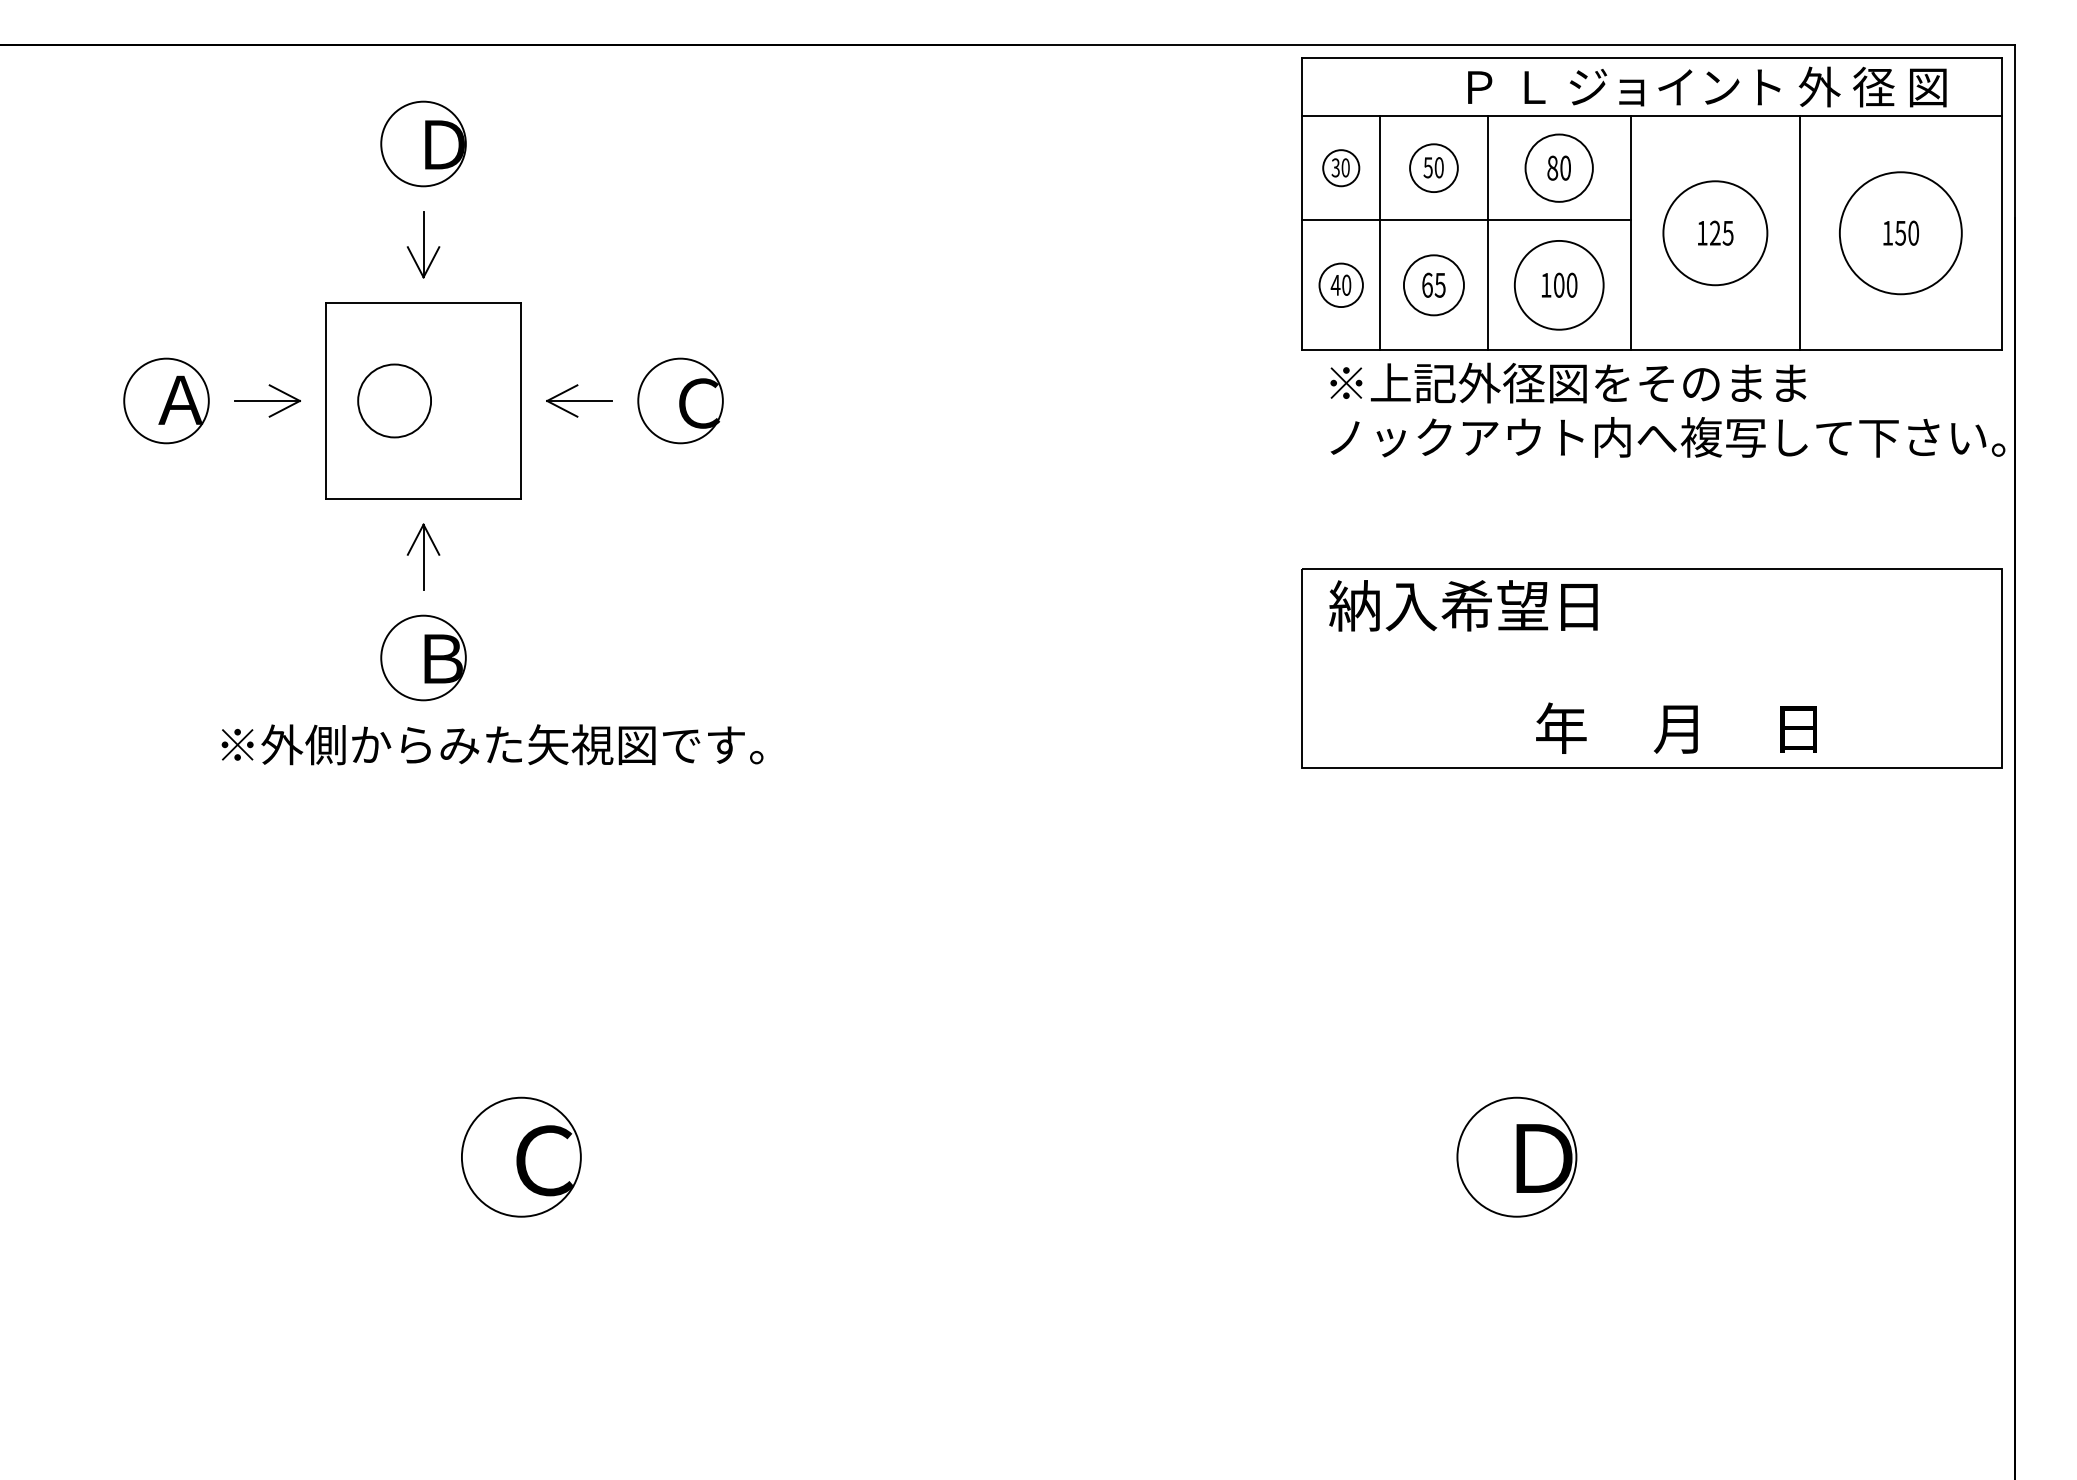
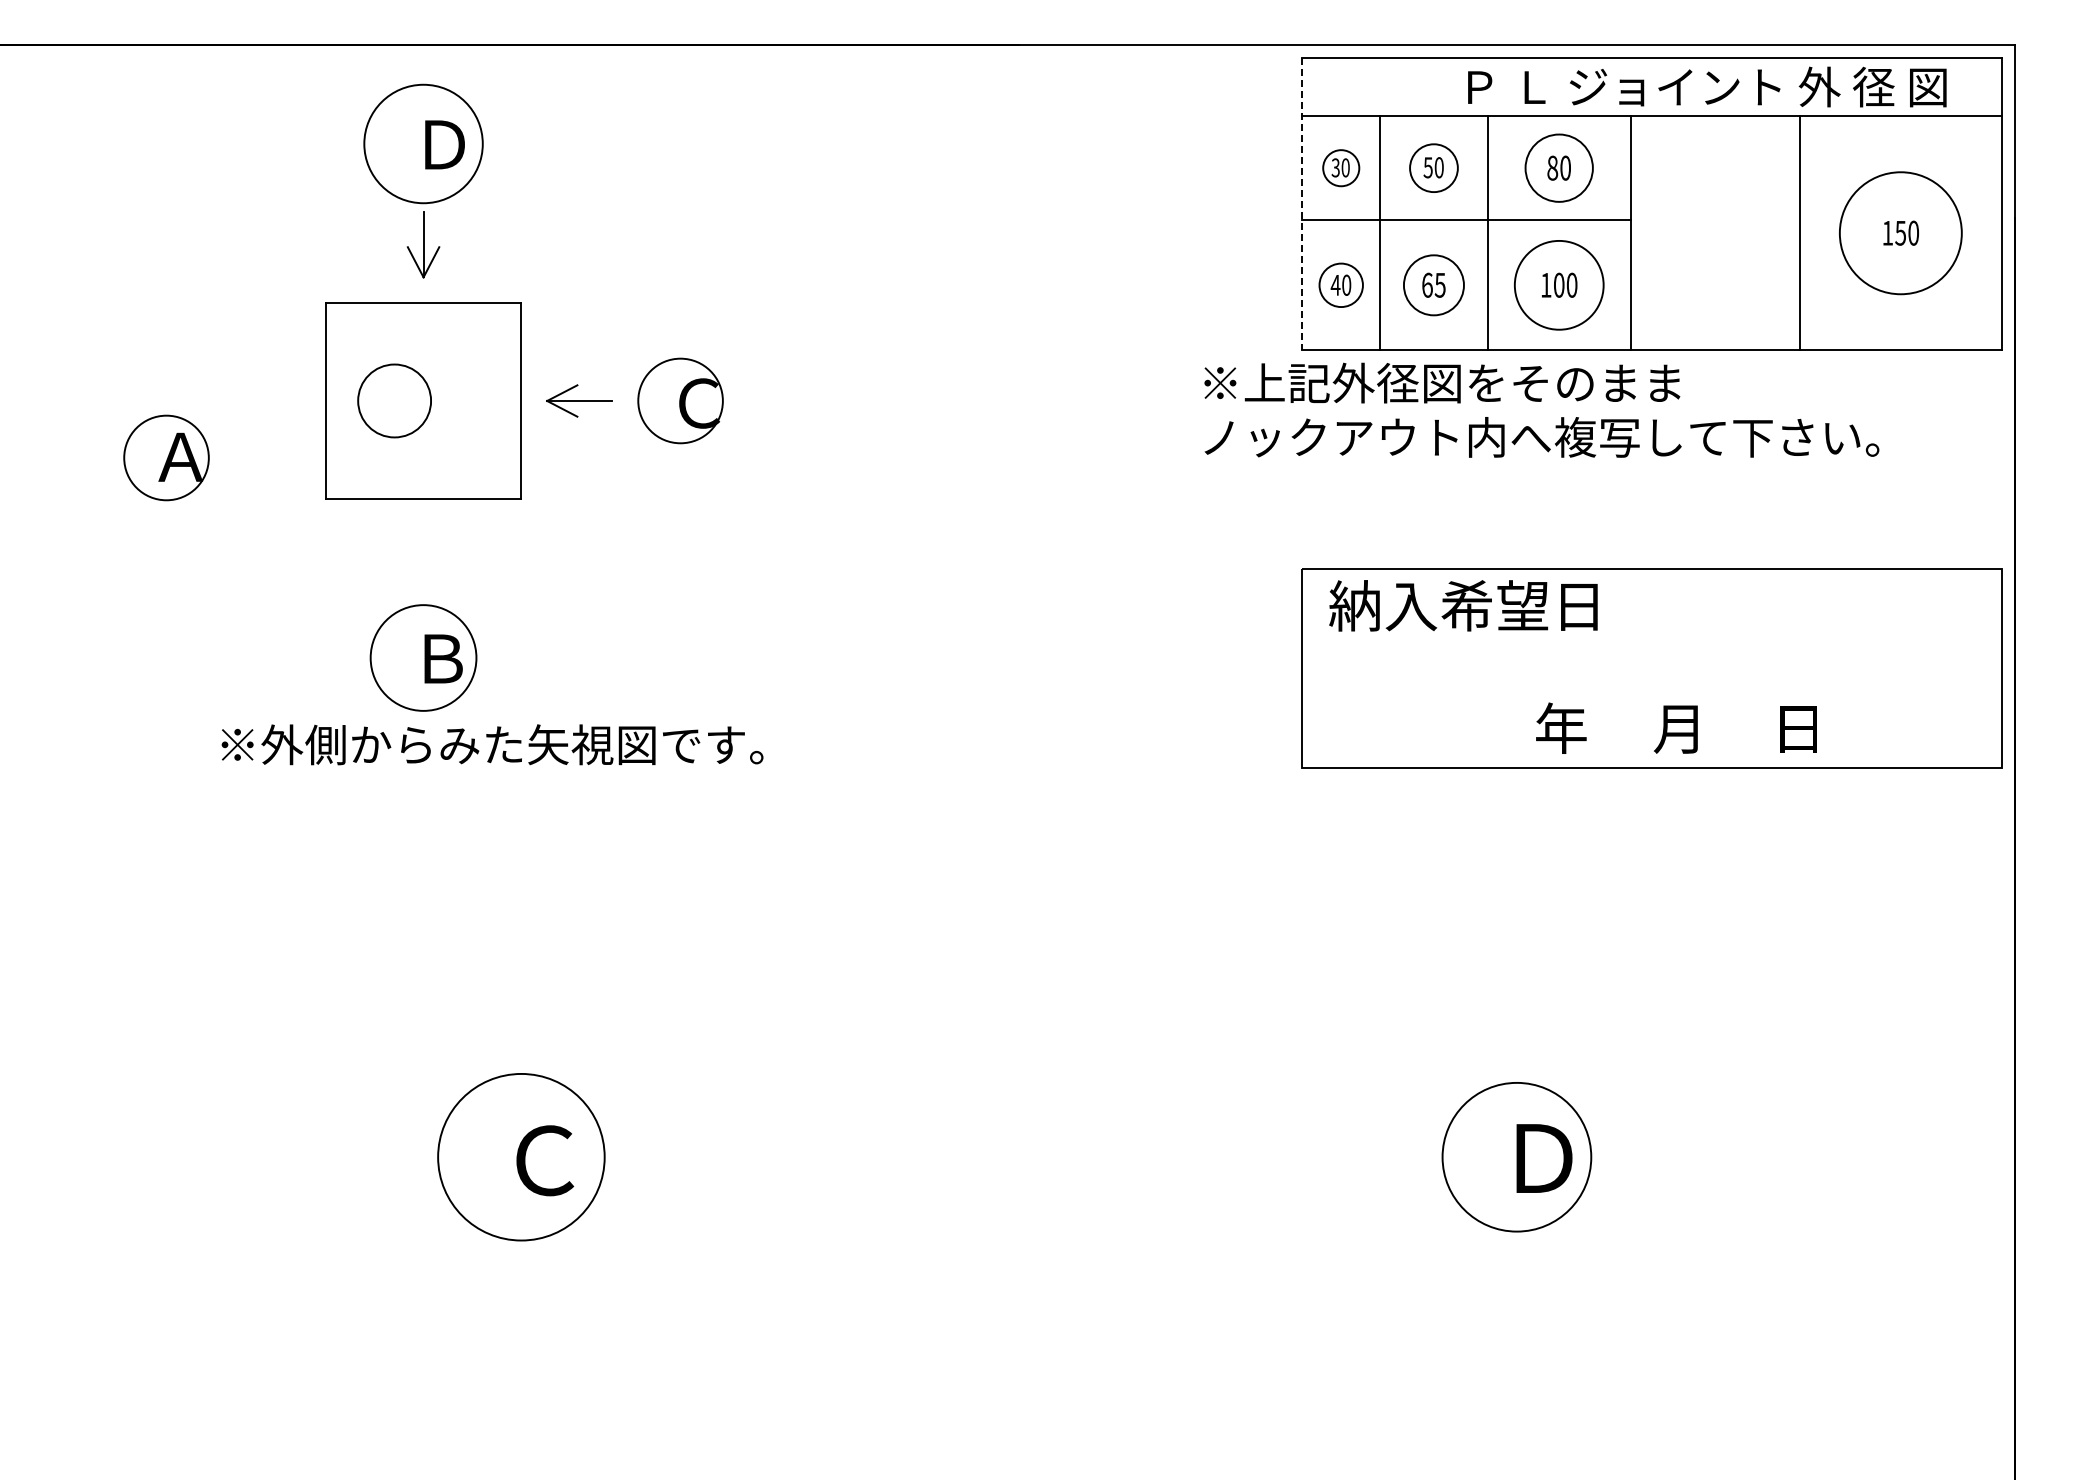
circle at (423, 143) diameter: 85 px -> 118 px
line at (1302, 204): solid -> dashed
part at (1715, 233): present -> none
part at (166, 400) position: (166, 400) -> (166, 457)
part at (267, 400): present -> none
text at (1667, 409) position: (1667, 409) -> (1541, 409)
part at (423, 556): present -> none
circle at (423, 657) diameter: 85 px -> 106 px
circle at (520, 1156) diameter: 119 px -> 167 px
circle at (1516, 1156) diameter: 119 px -> 149 px
